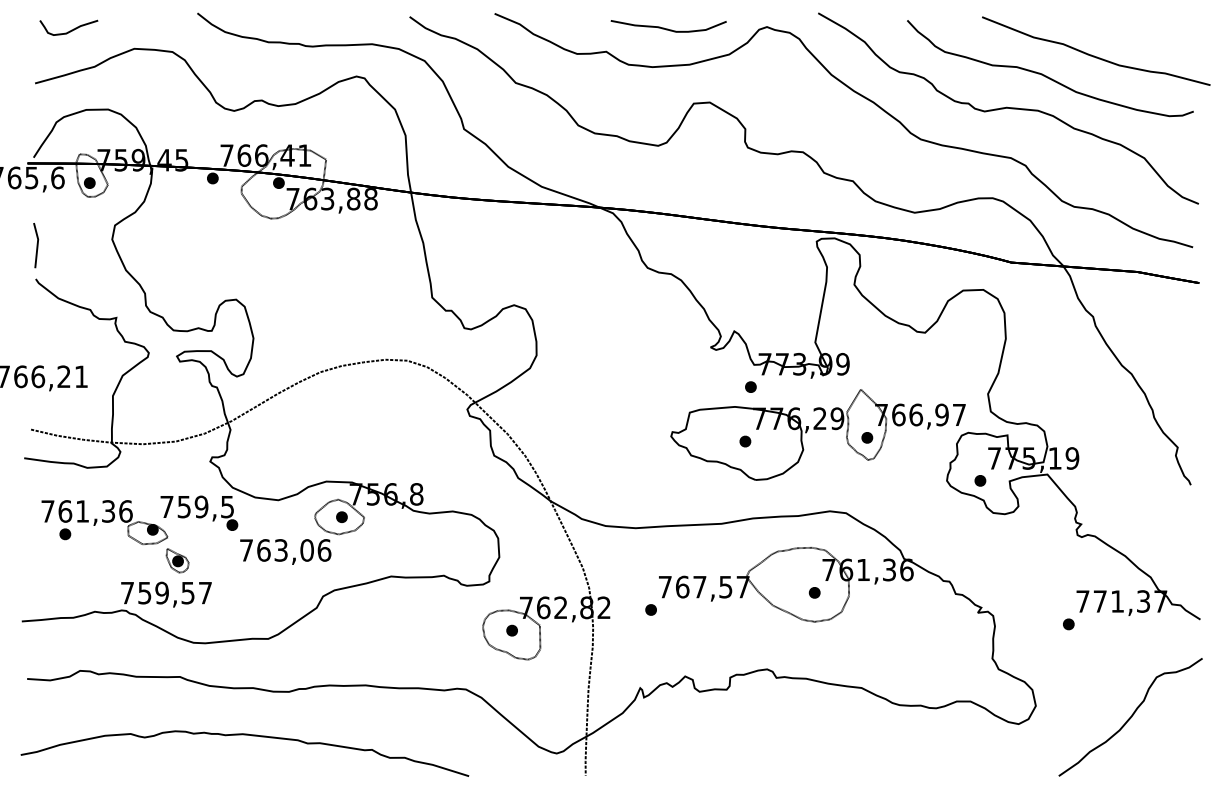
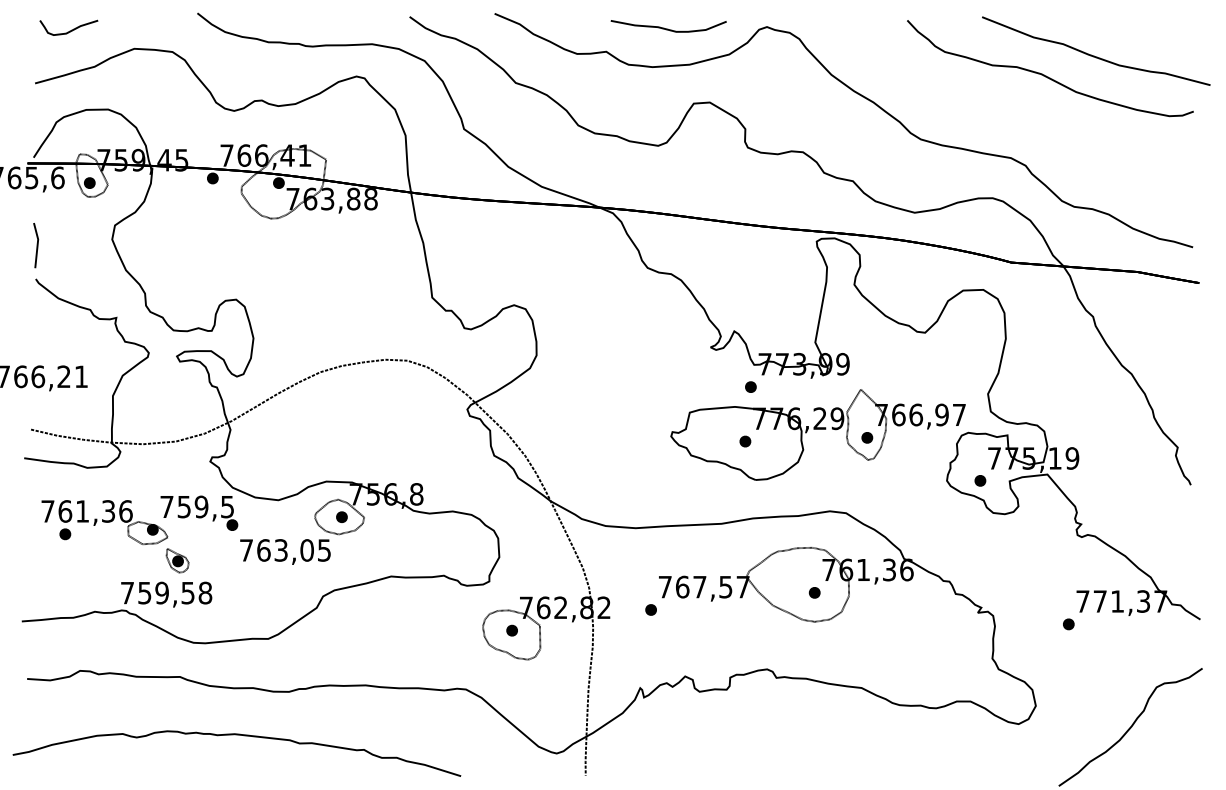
curve at (1008, 108): present -> none
text at (324, 550): 763,06 -> 763,05
text at (205, 592): 759,57 -> 759,58
curve at (1130, 717) position: (1130, 717) -> (1130, 727)
curve at (244, 735) position: (244, 735) -> (236, 735)
